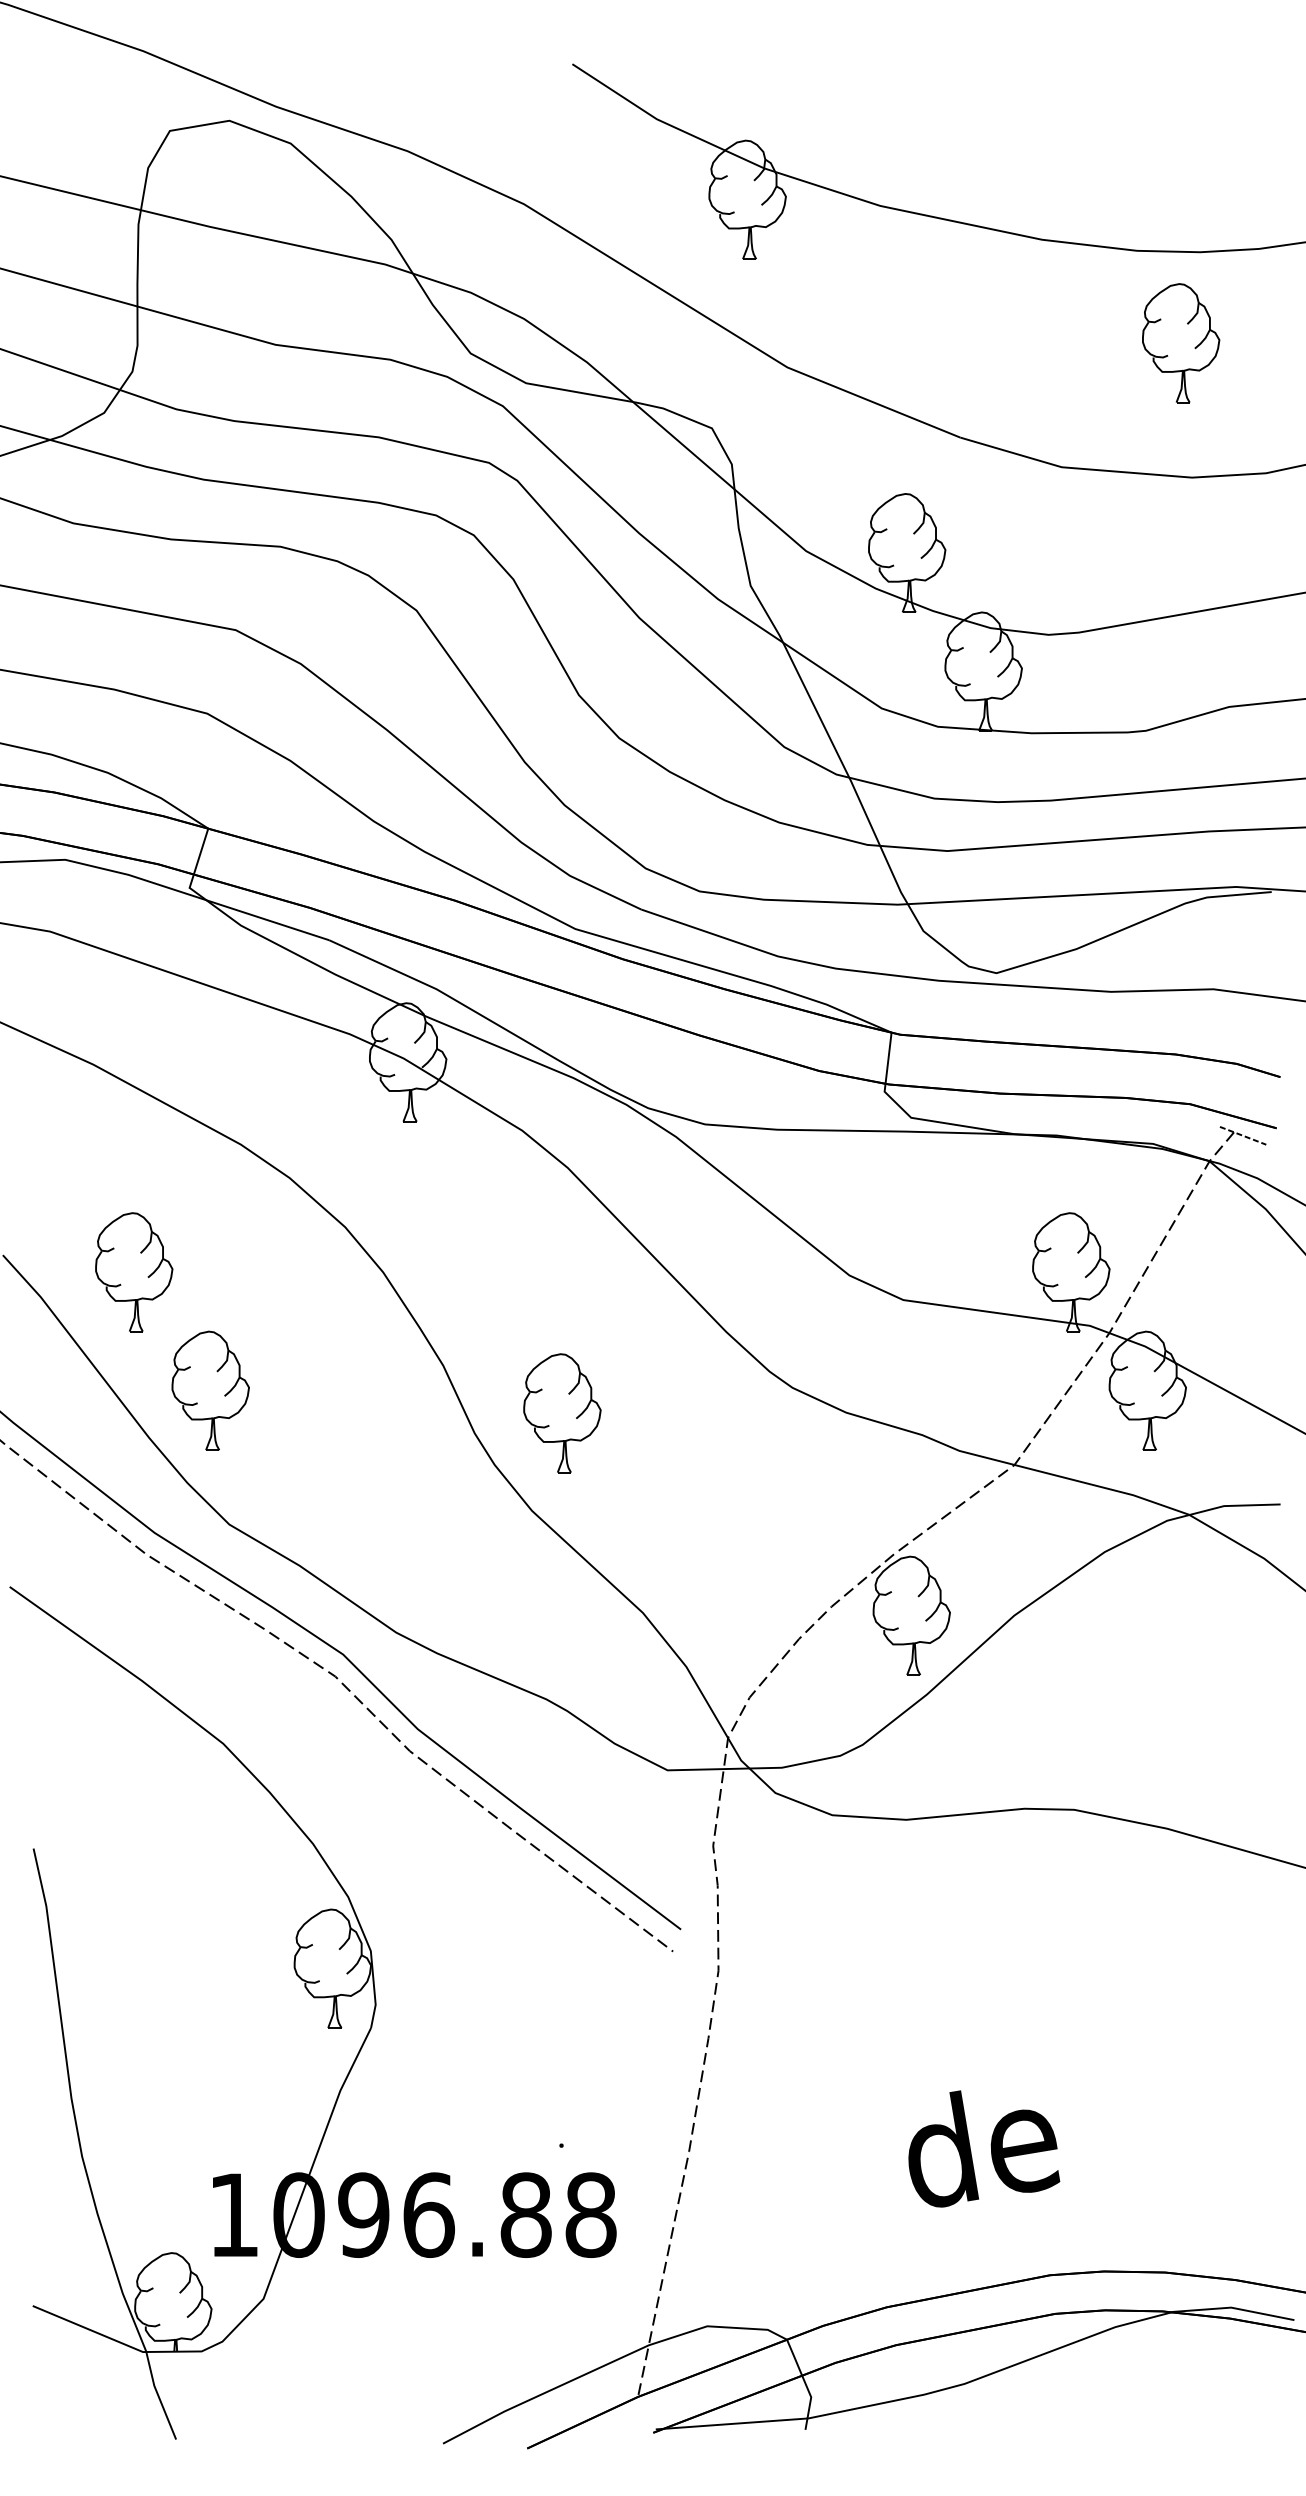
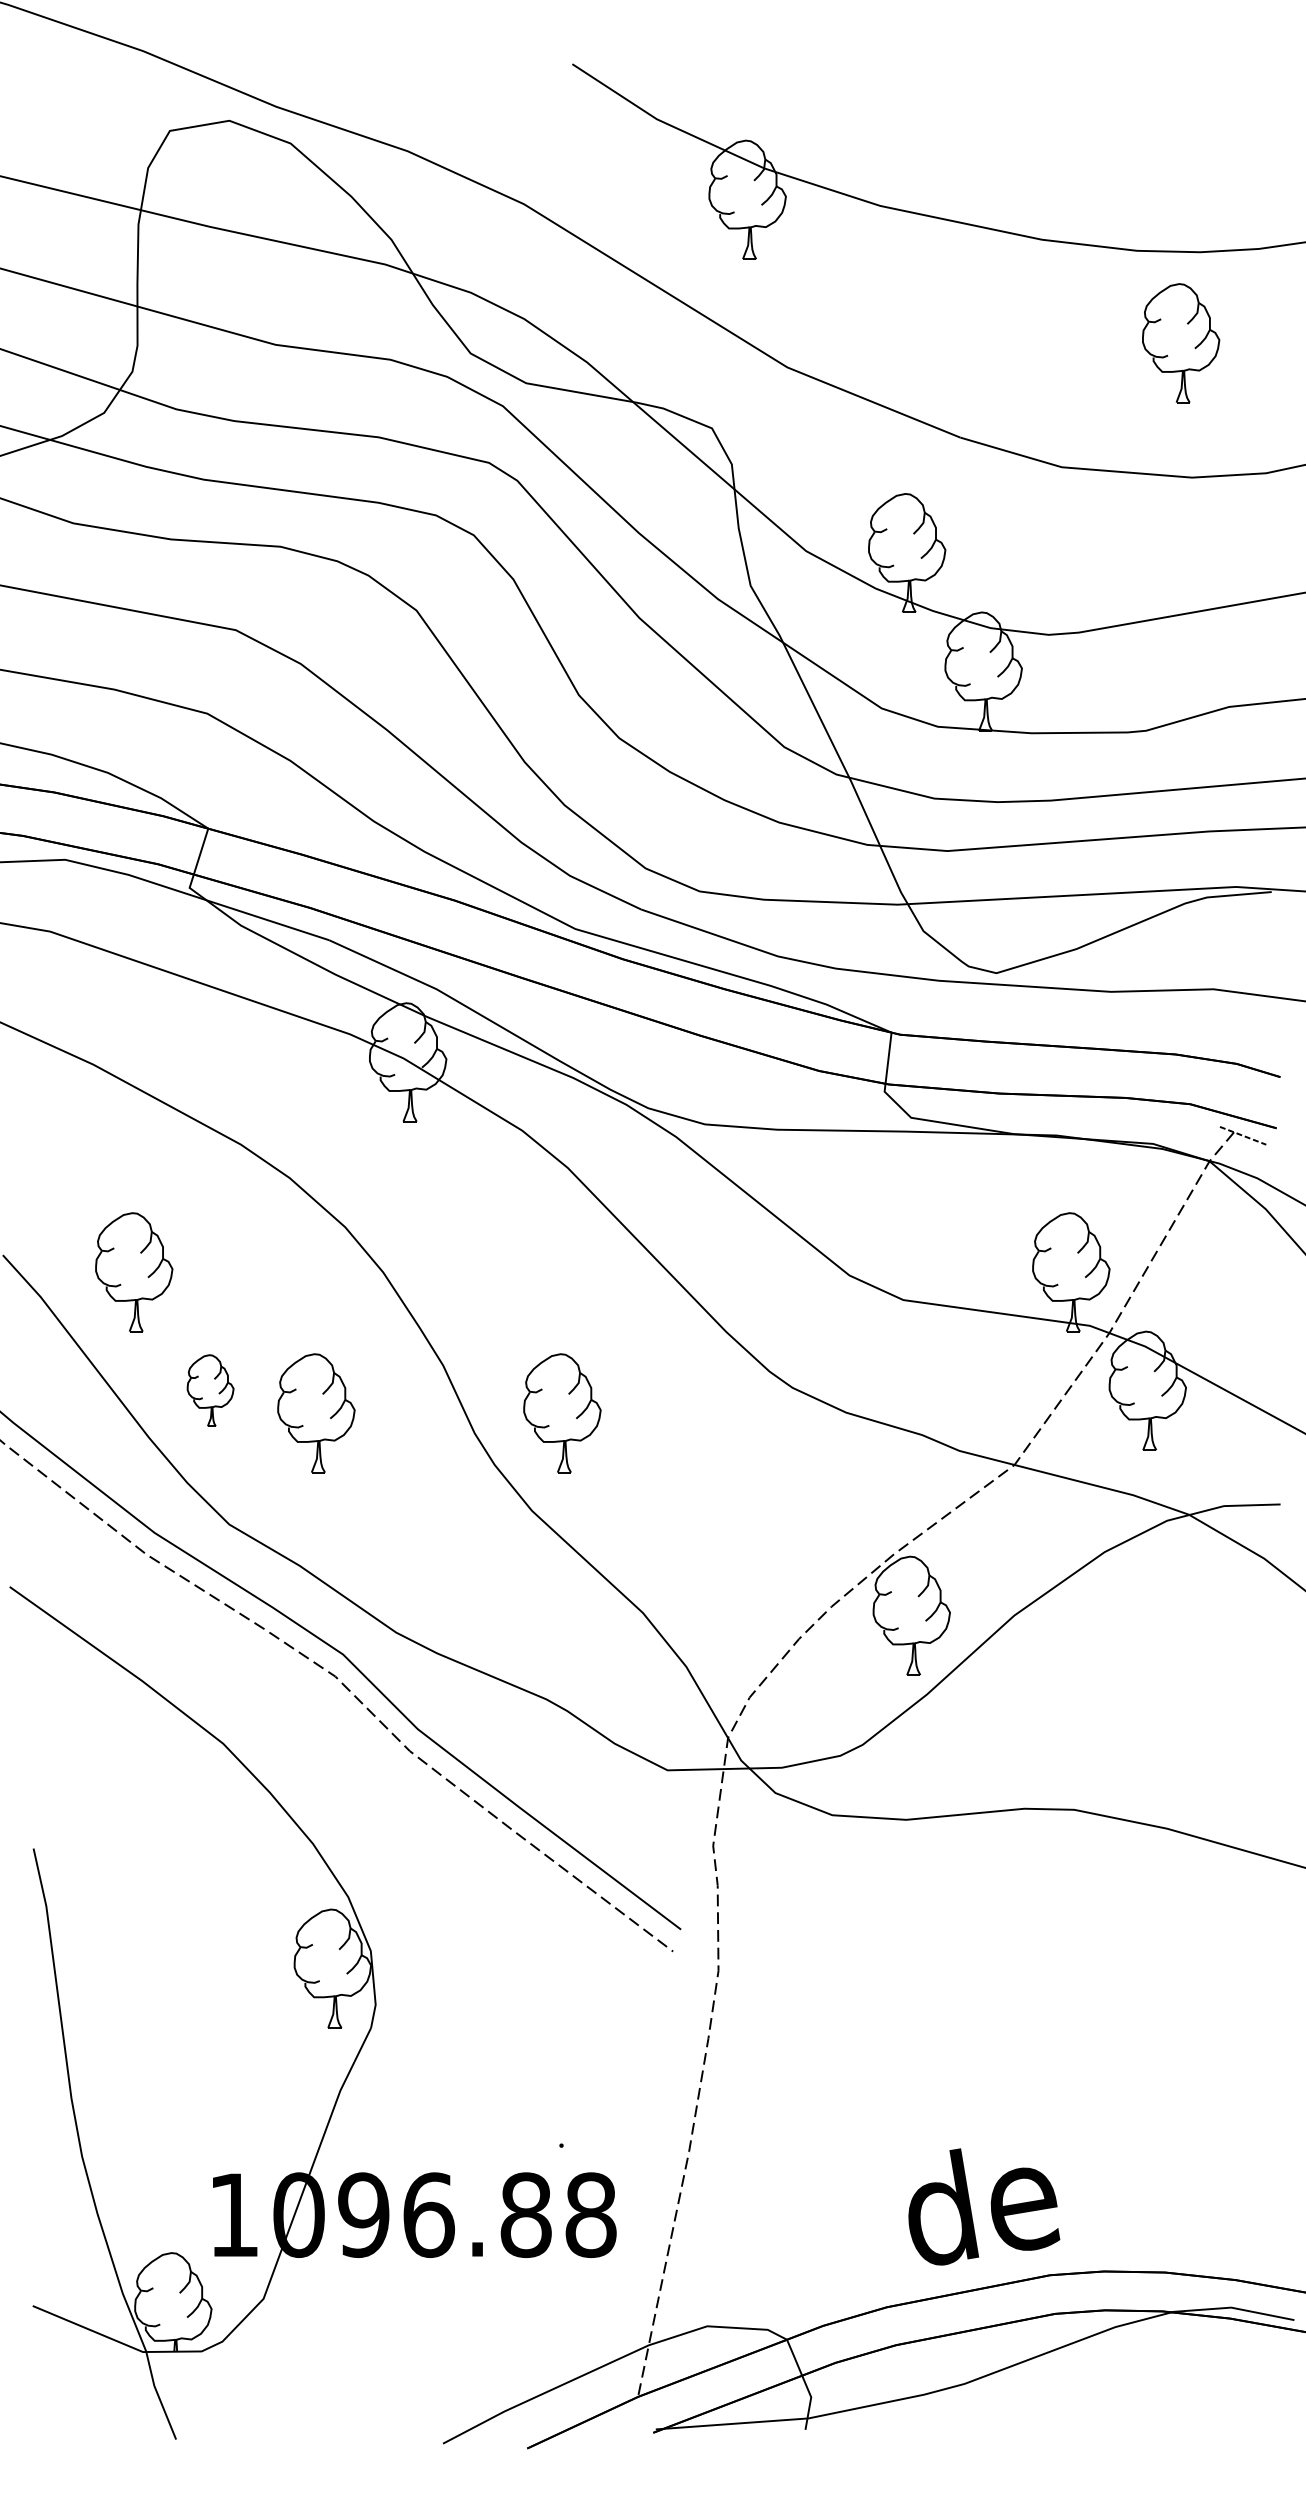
part at (210, 1390) size: 79x121 px -> 49x73 px
part at (316, 1413): none -> present
text at (984, 2148) position: (984, 2148) -> (984, 2206)
